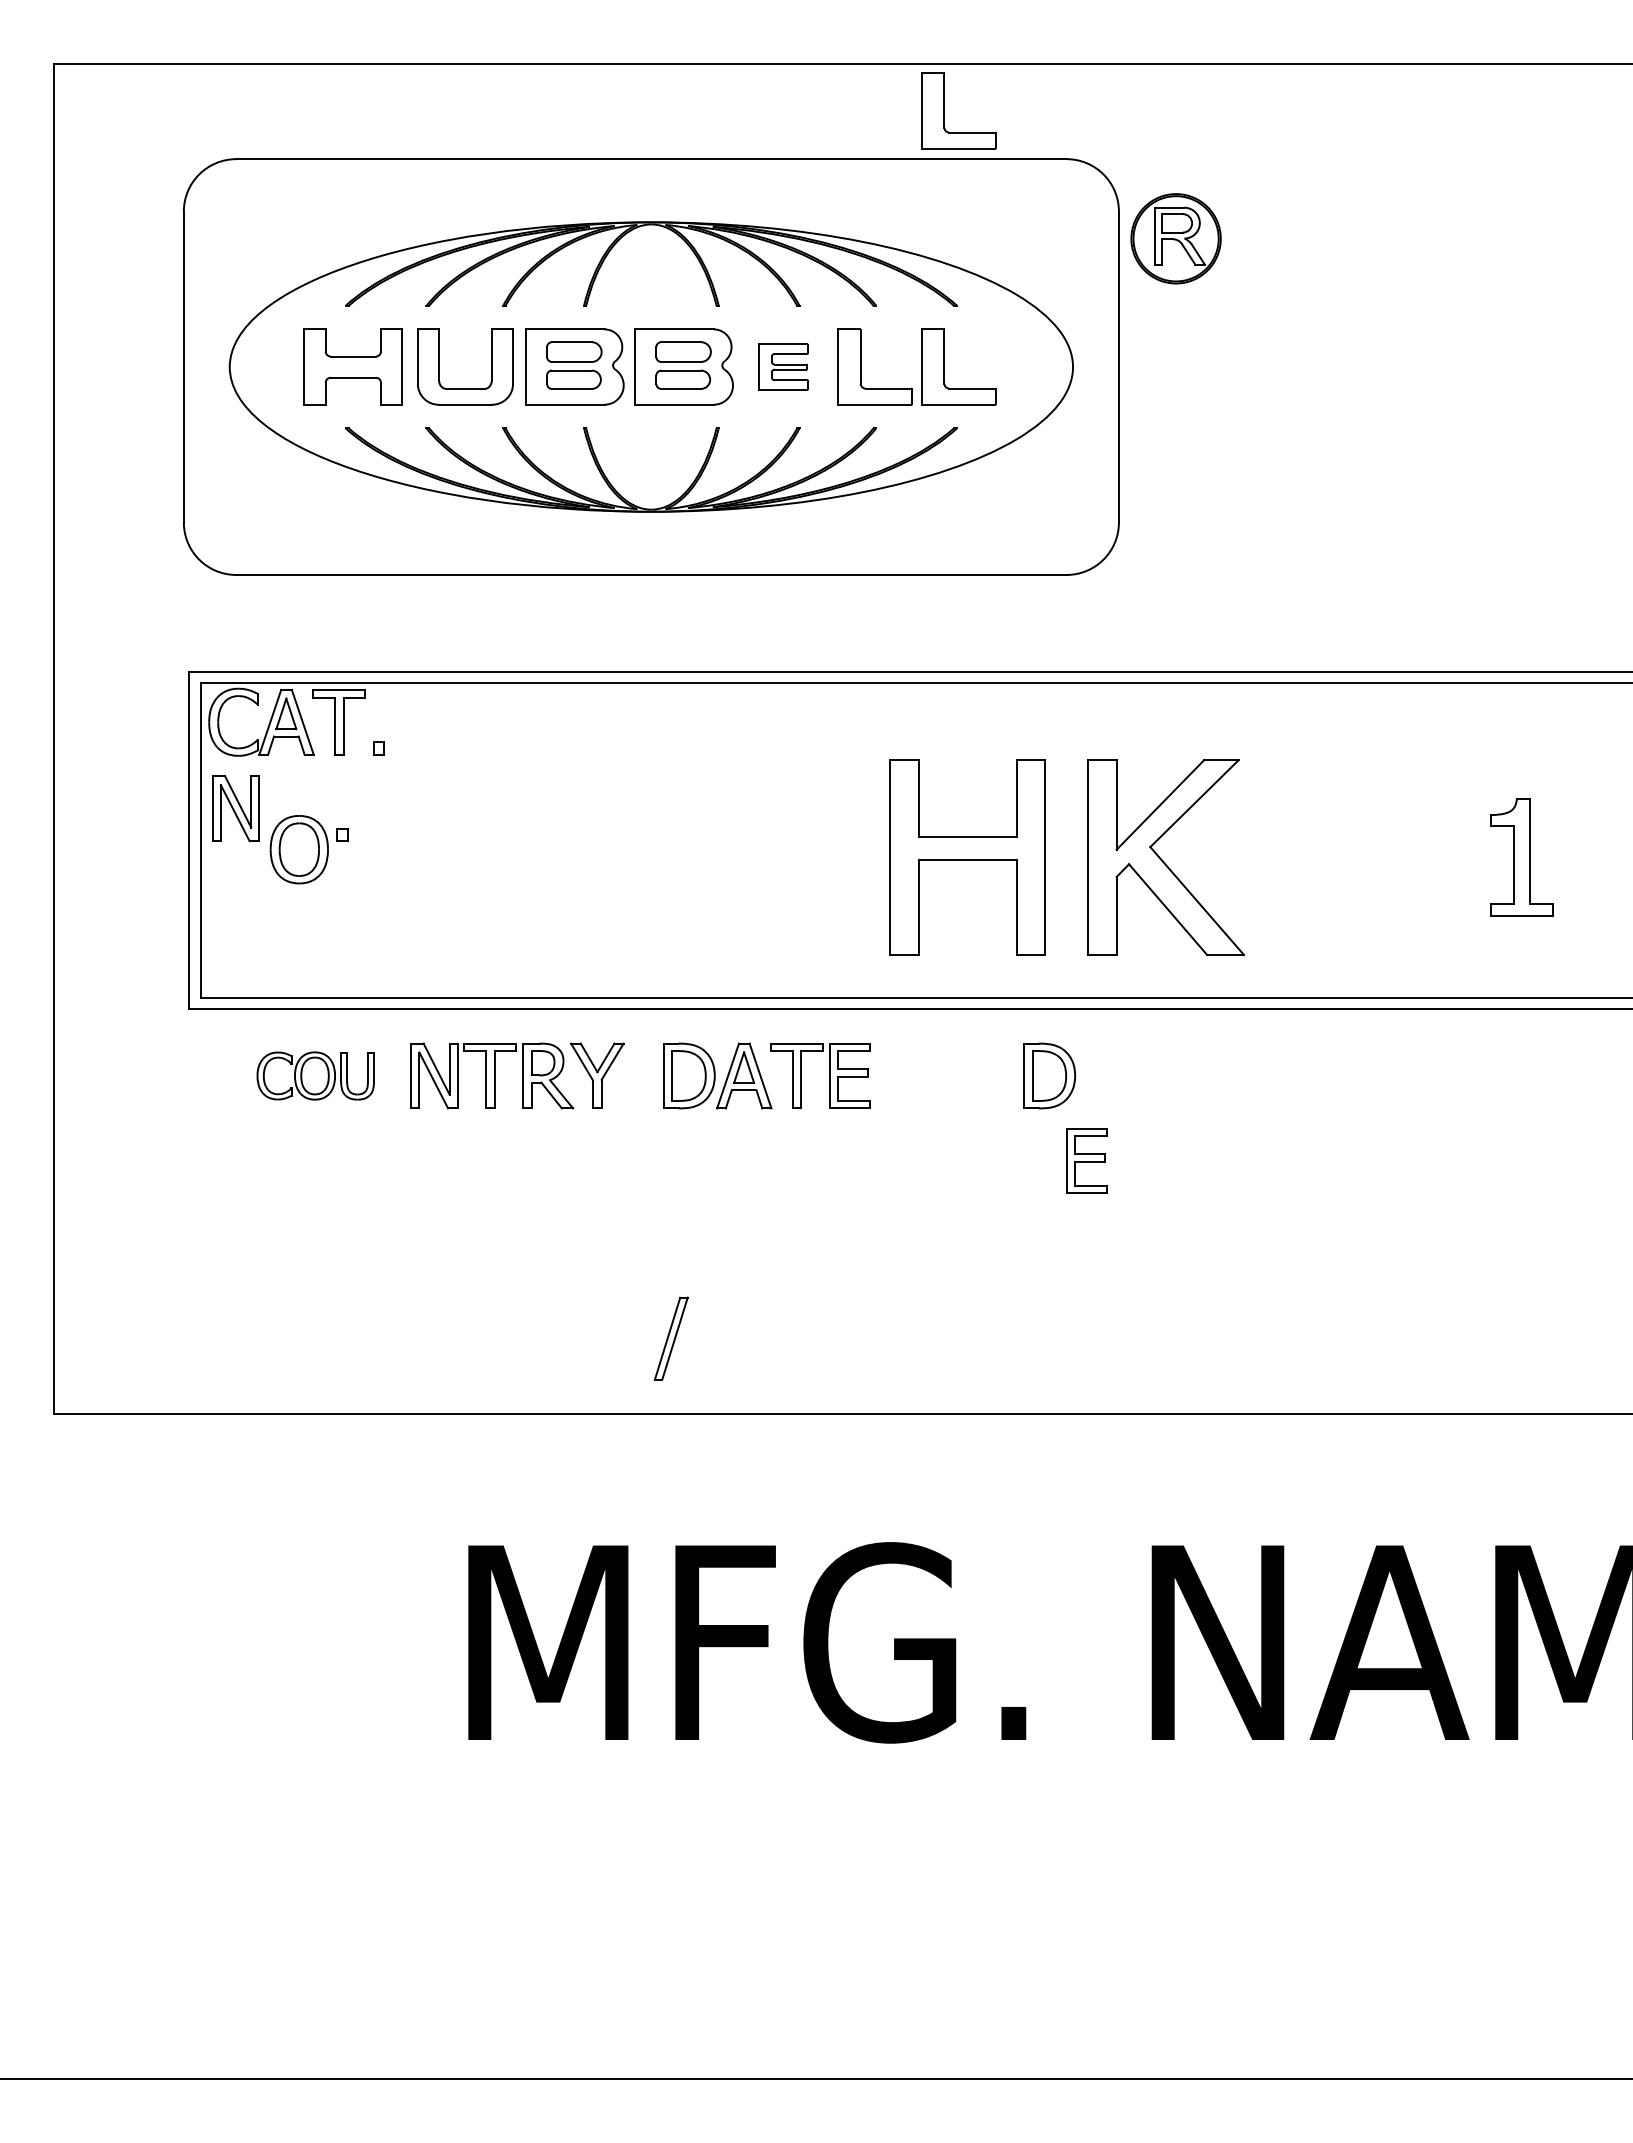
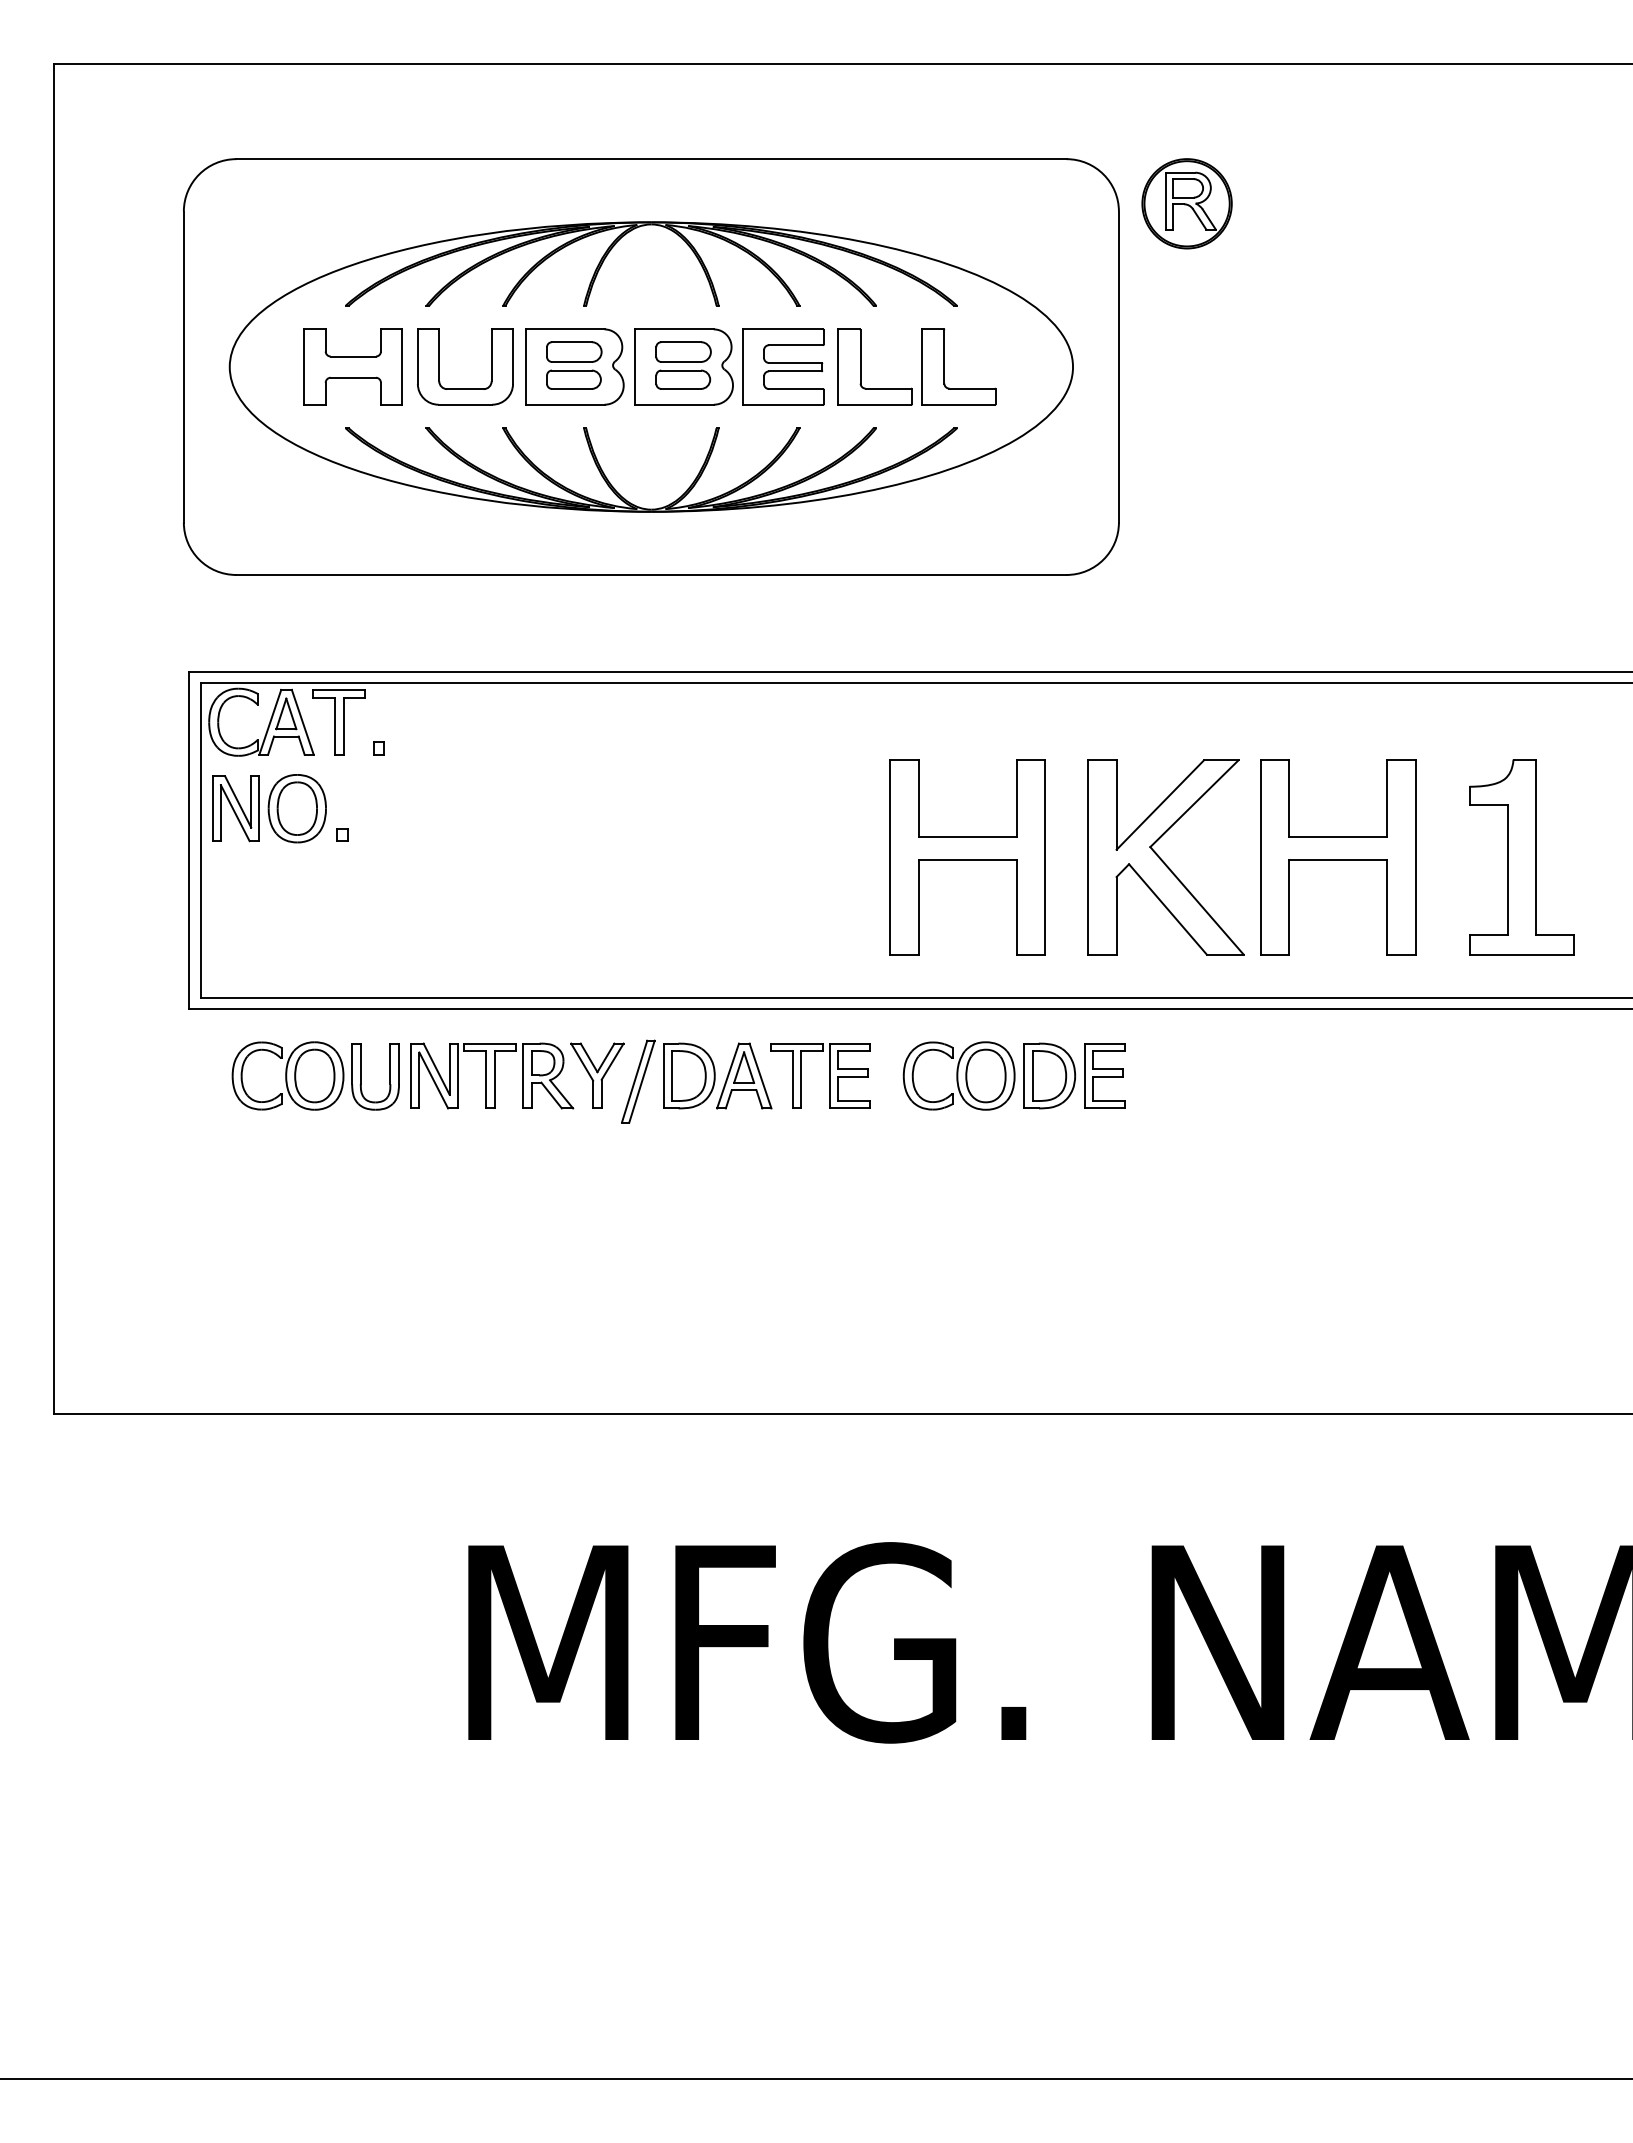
part at (944, 110): present -> none
part at (1175, 238) position: (1175, 238) -> (1186, 203)
part at (783, 366) size: 51x48 px -> 83x78 px
part at (298, 849) position: (298, 849) -> (296, 808)
part at (1338, 857): none -> present
part at (1521, 857) size: 64x119 px -> 106x197 px
part at (315, 1075) size: 119x50 px -> 169x70 px
part at (958, 1075): none -> present
part at (1086, 1160) position: (1086, 1160) -> (1104, 1075)
part at (671, 1338) position: (671, 1338) -> (638, 1081)
